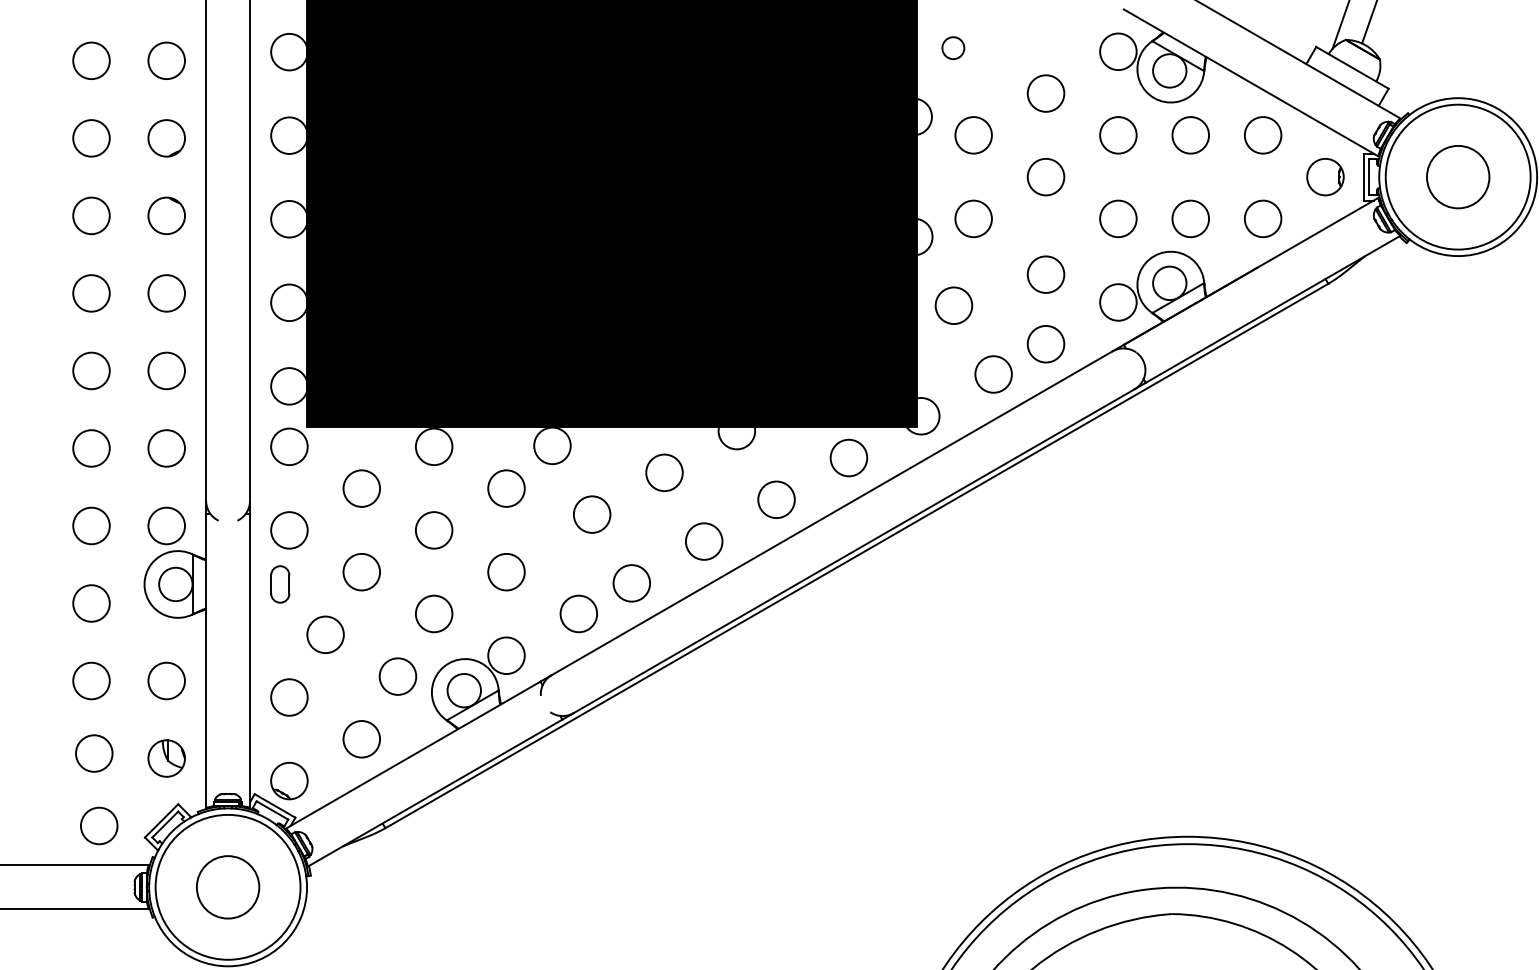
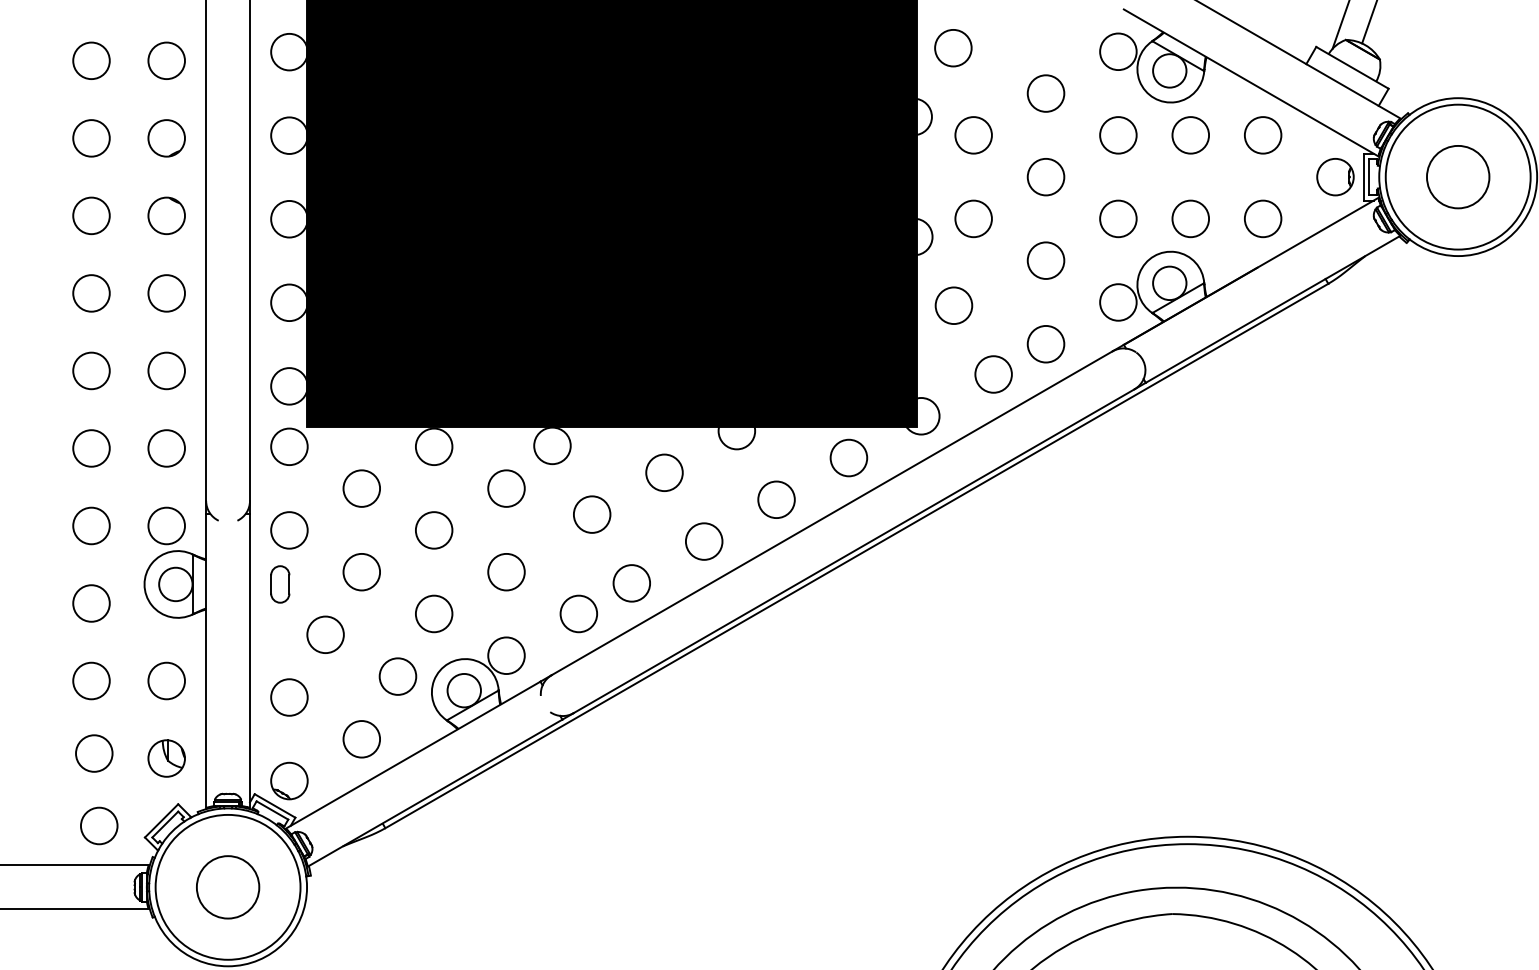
circle at (953, 48) diameter: 22 px -> 37 px
part at (1325, 177) position: (1325, 177) -> (1335, 177)
circle at (1045, 274) position: (1045, 274) -> (1045, 260)
